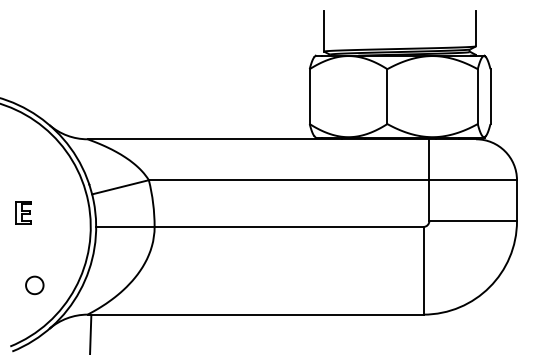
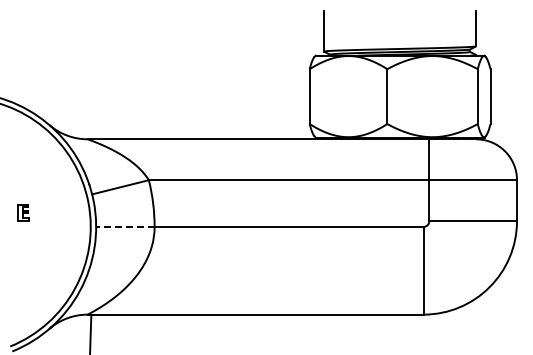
part at (23, 212) size: 17x24 px -> 13x18 px
line at (124, 226): solid -> dashed
part at (34, 285): present -> none
